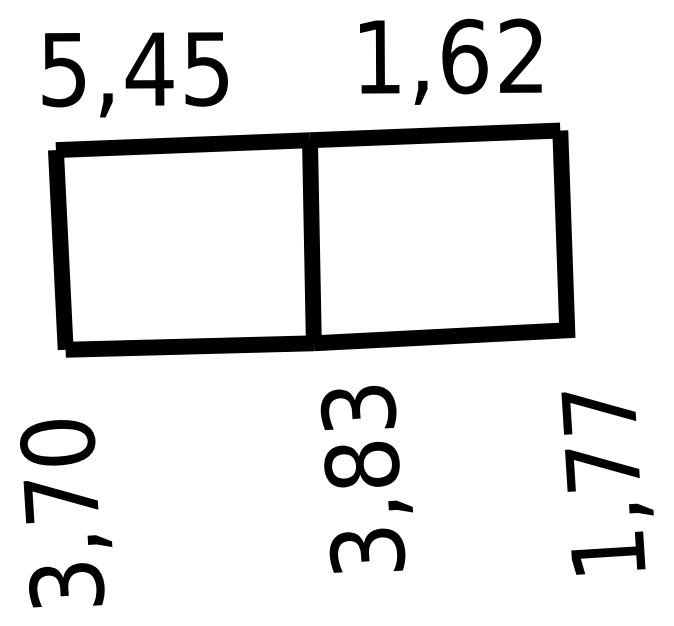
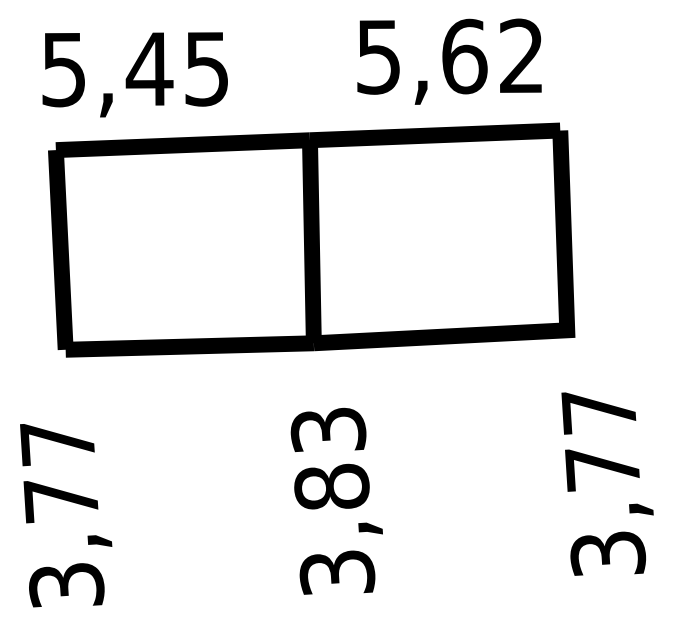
text at (378, 57): 1,62 -> 5,62
text at (57, 443): 3,70 -> 3,77
text at (366, 478) position: (366, 478) -> (336, 500)
text at (608, 553): 1,77 -> 3,77
